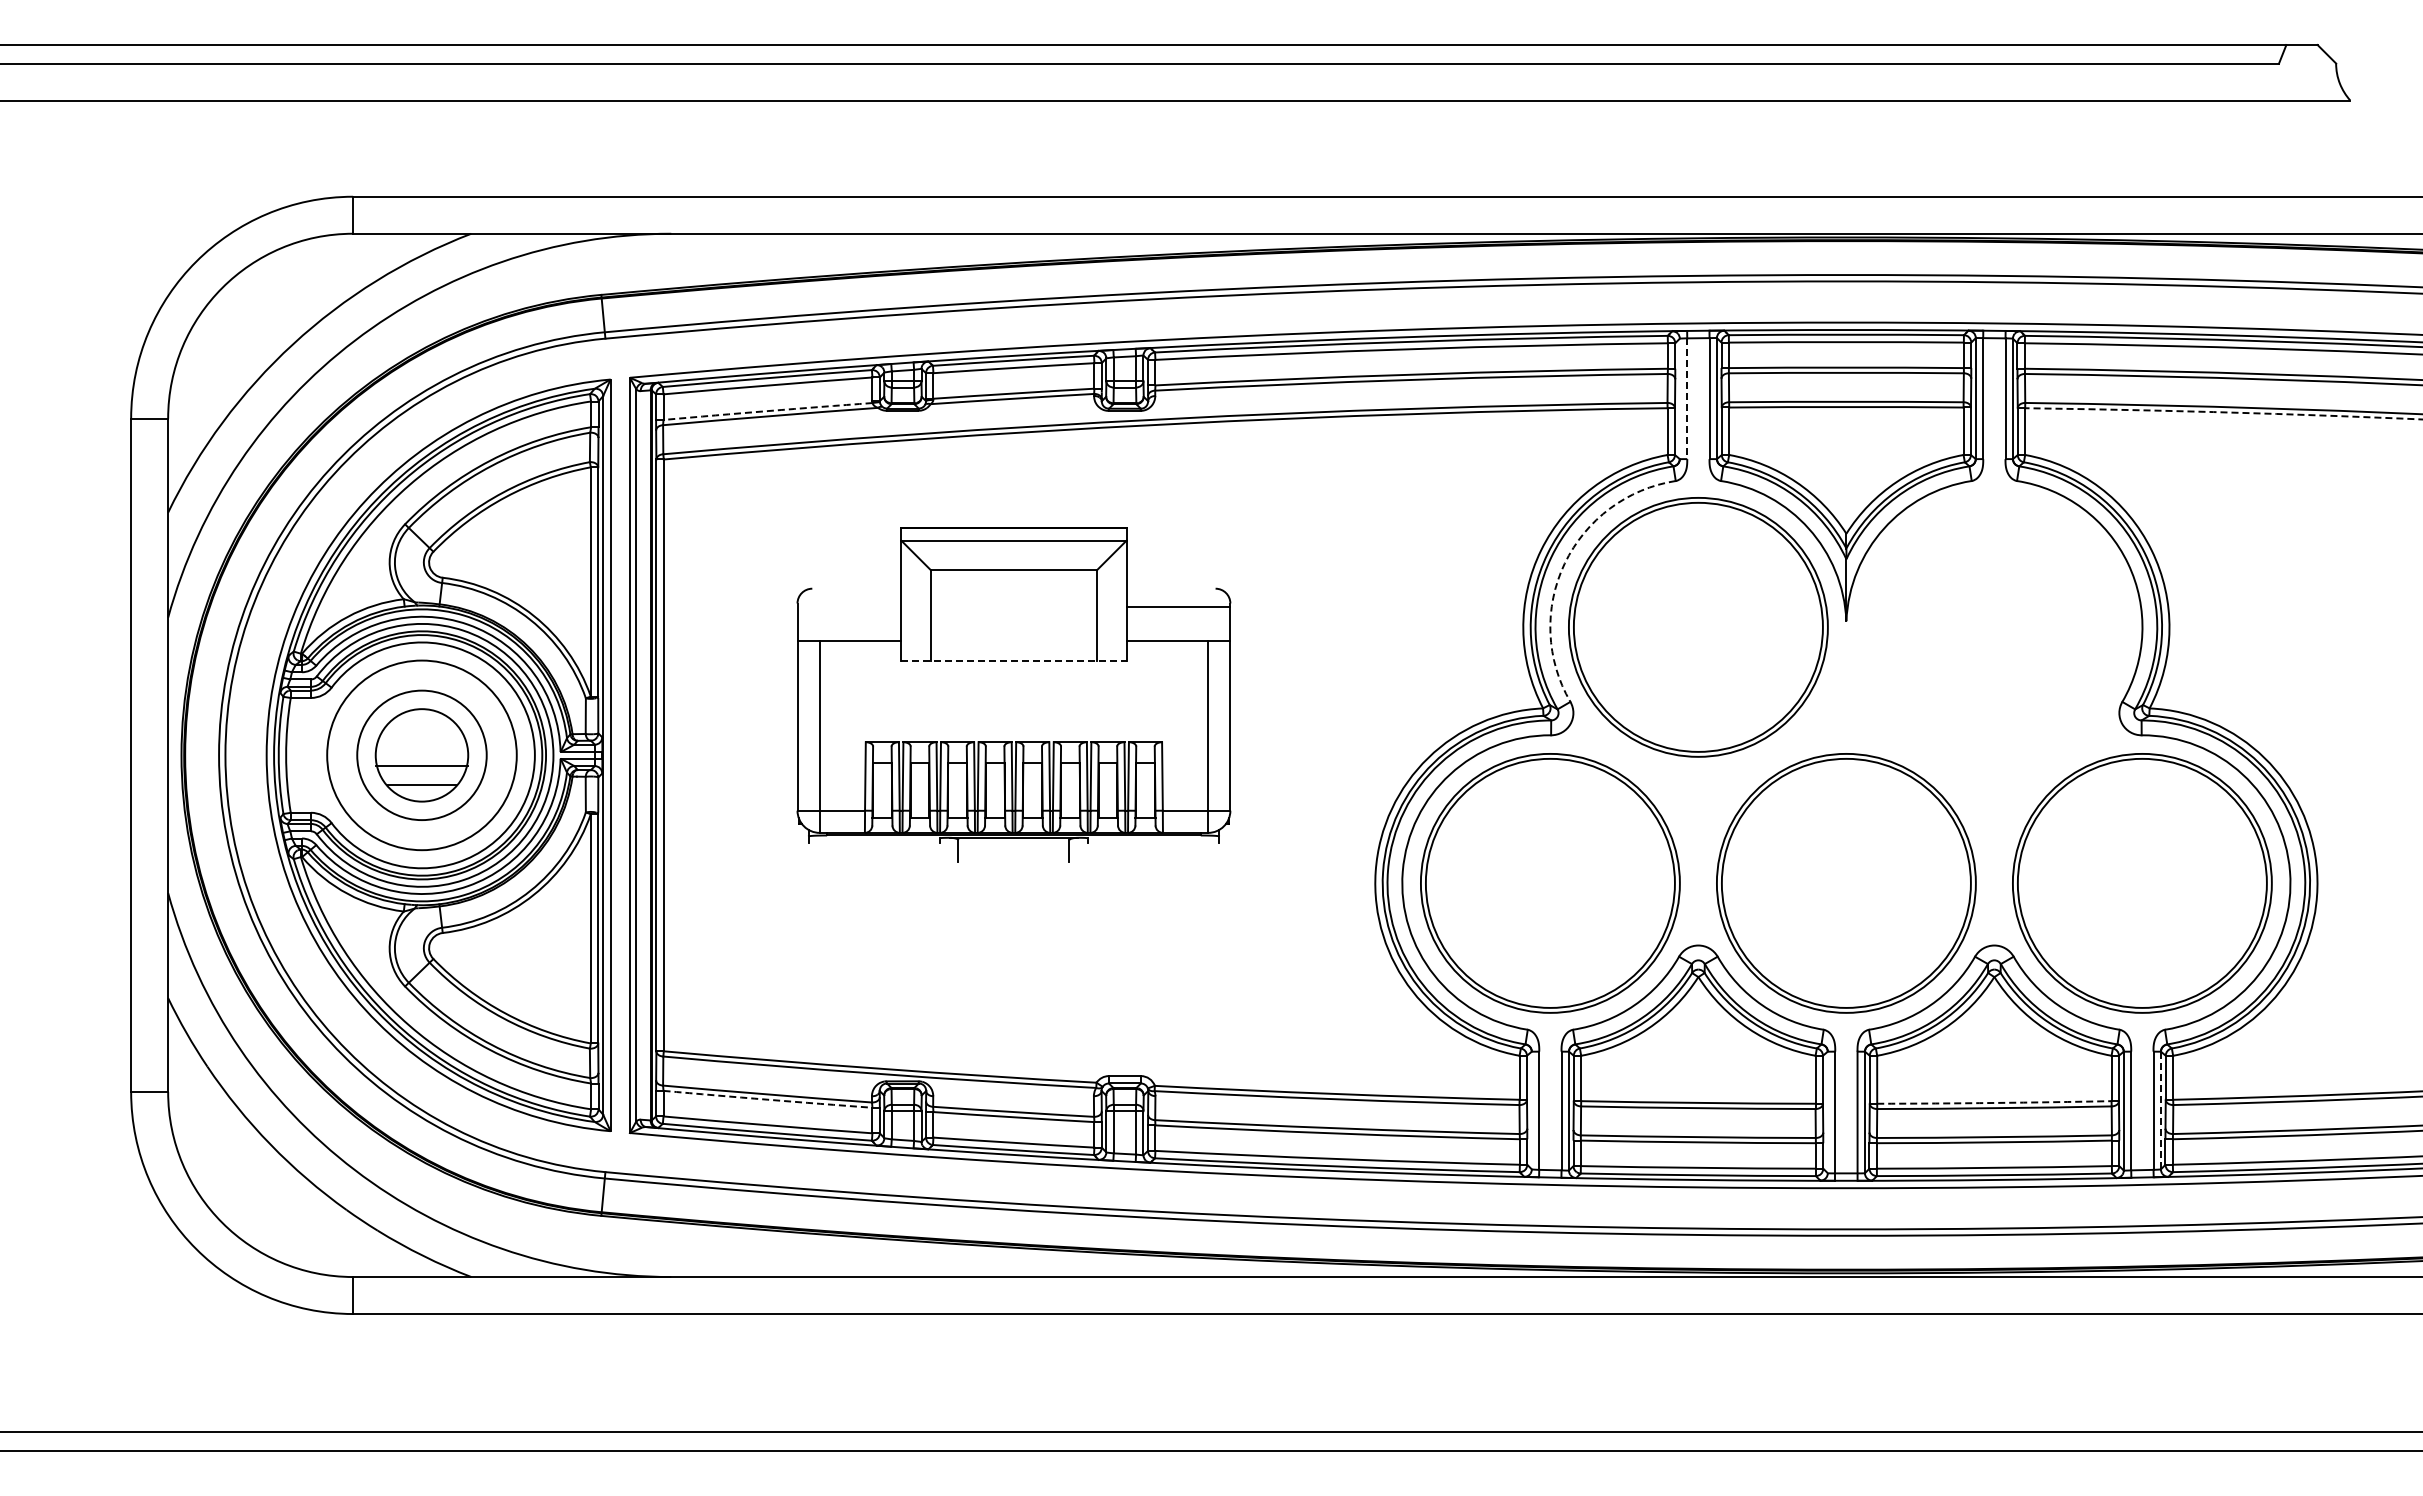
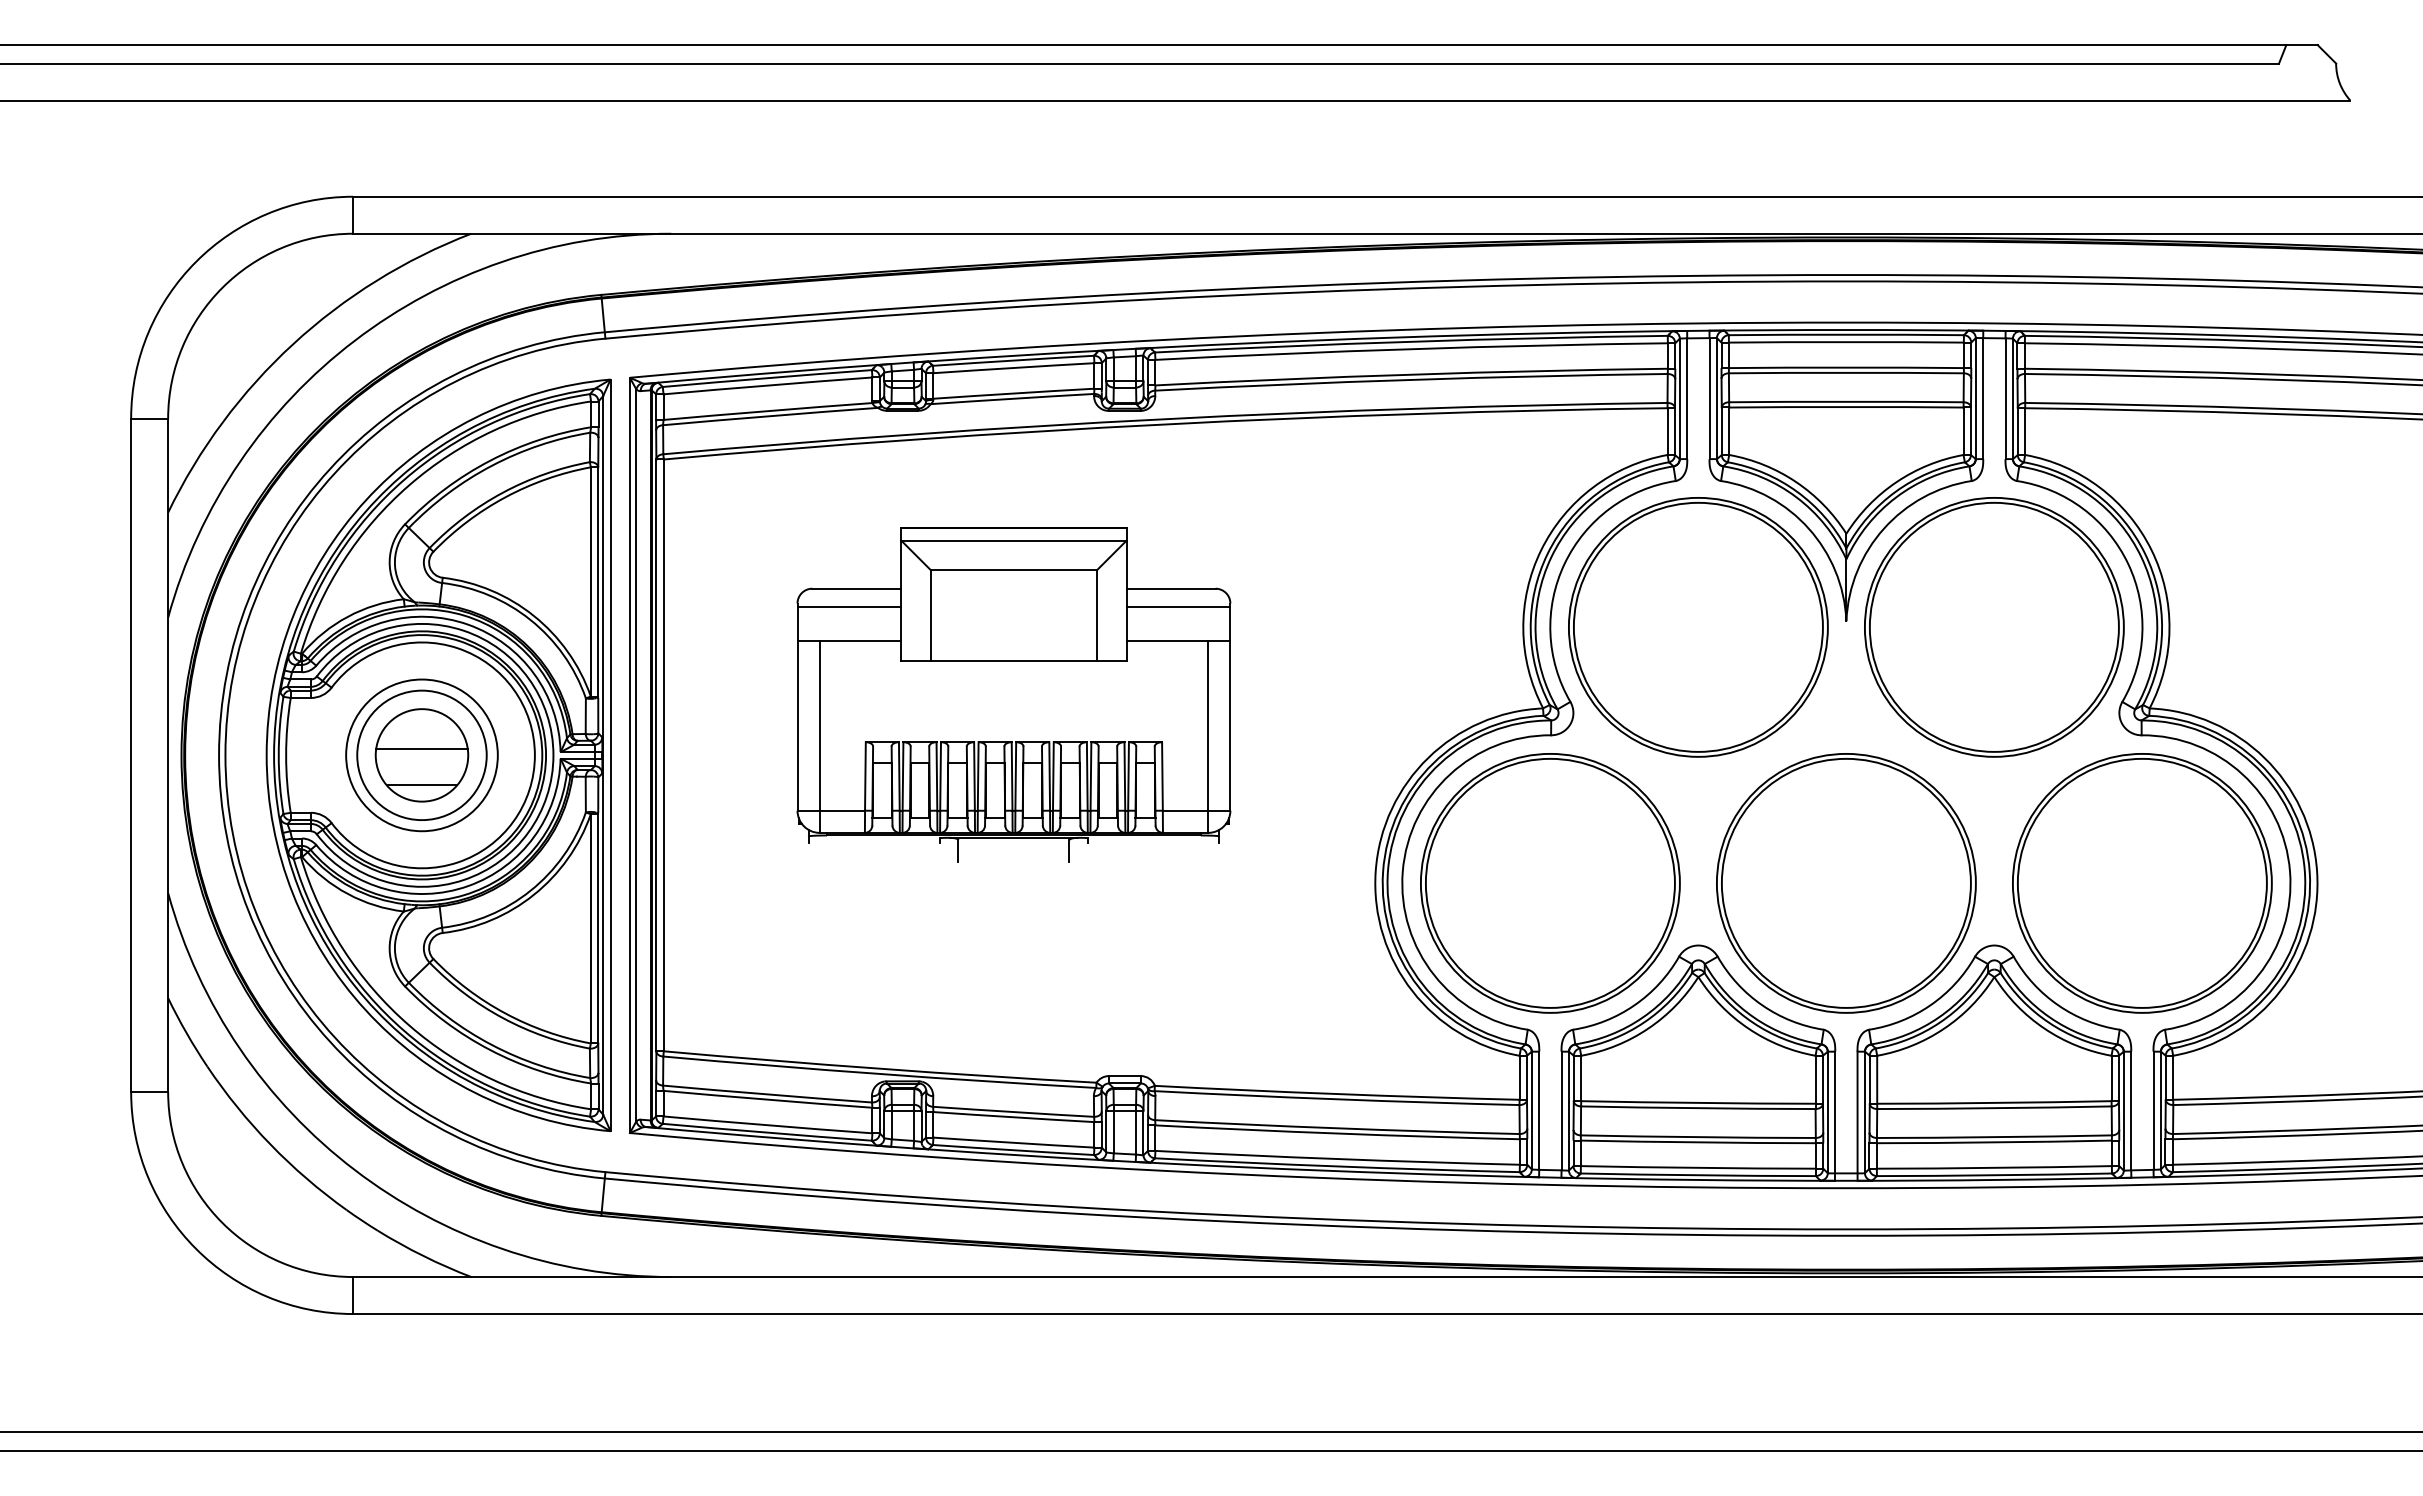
line at (1679, 398): none -> present
line at (1687, 399): dashed -> solid
arc at (768, 411): dashed -> solid
arc at (2224, 412): dashed -> solid
arc at (1564, 563): dashed -> solid
line at (856, 588): none -> present
line at (1170, 588): none -> present
line at (849, 607): none -> present
part at (1994, 627): none -> present
line at (1013, 660): dashed -> solid
circle at (421, 755) diameter: 190 px -> 152 px
line at (421, 766) position: (421, 766) -> (421, 749)
arc at (767, 1099): dashed -> solid
arc at (1994, 1102): dashed -> solid
line at (1531, 1110): none -> present
line at (2160, 1110): dashed -> solid
line at (1827, 1112): none -> present
